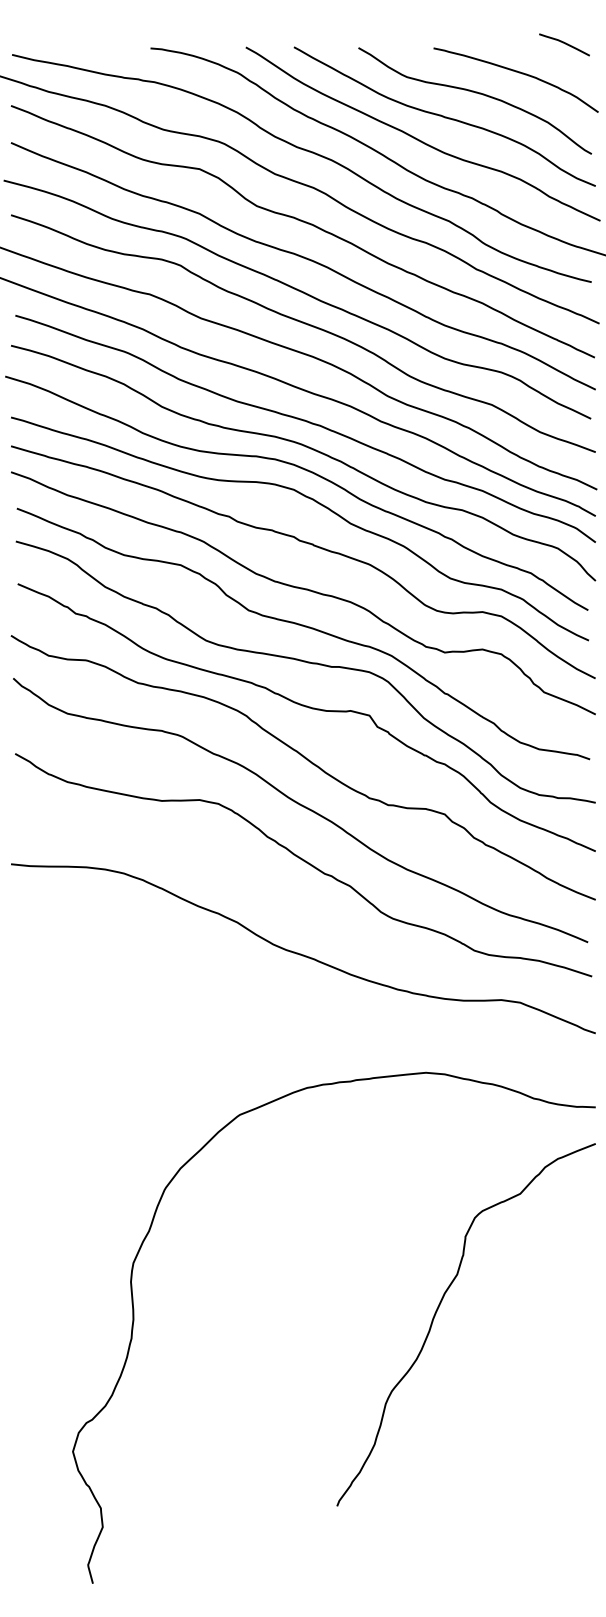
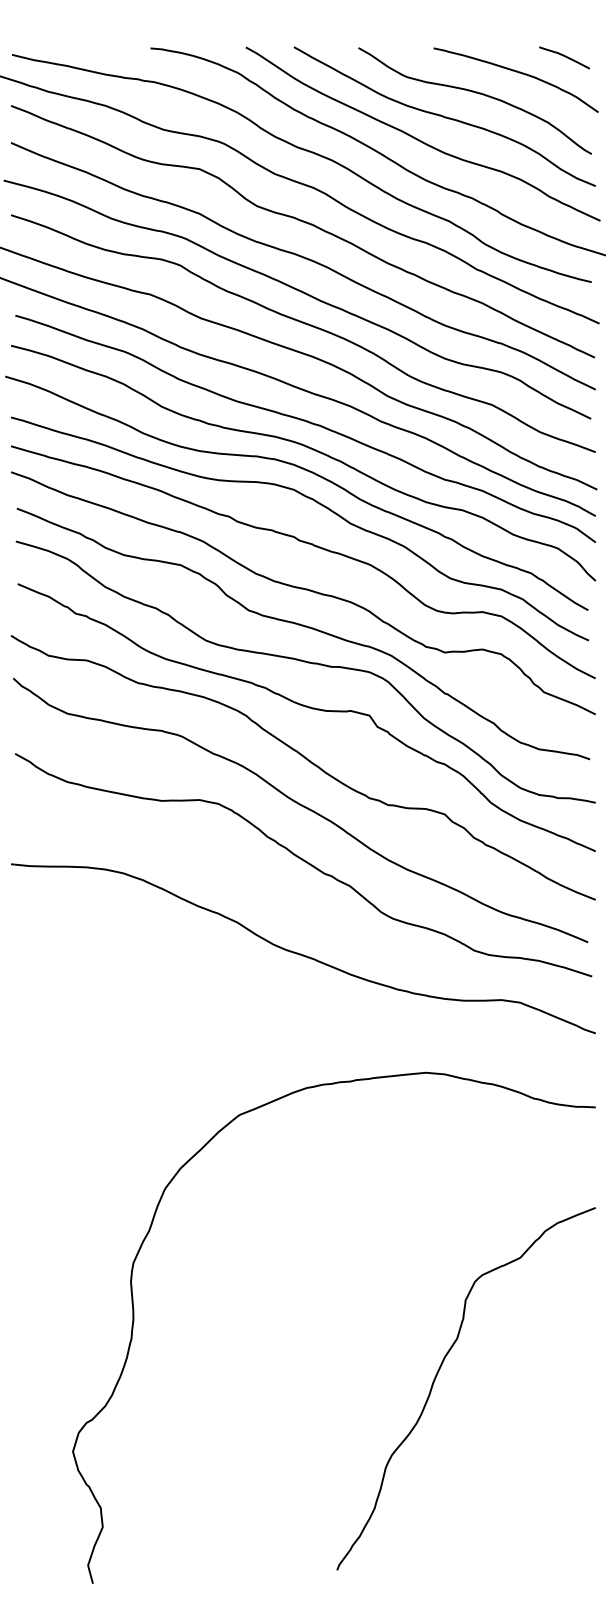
curve at (564, 43) position: (564, 43) -> (564, 56)
curve at (436, 1314) position: (436, 1314) -> (436, 1378)
